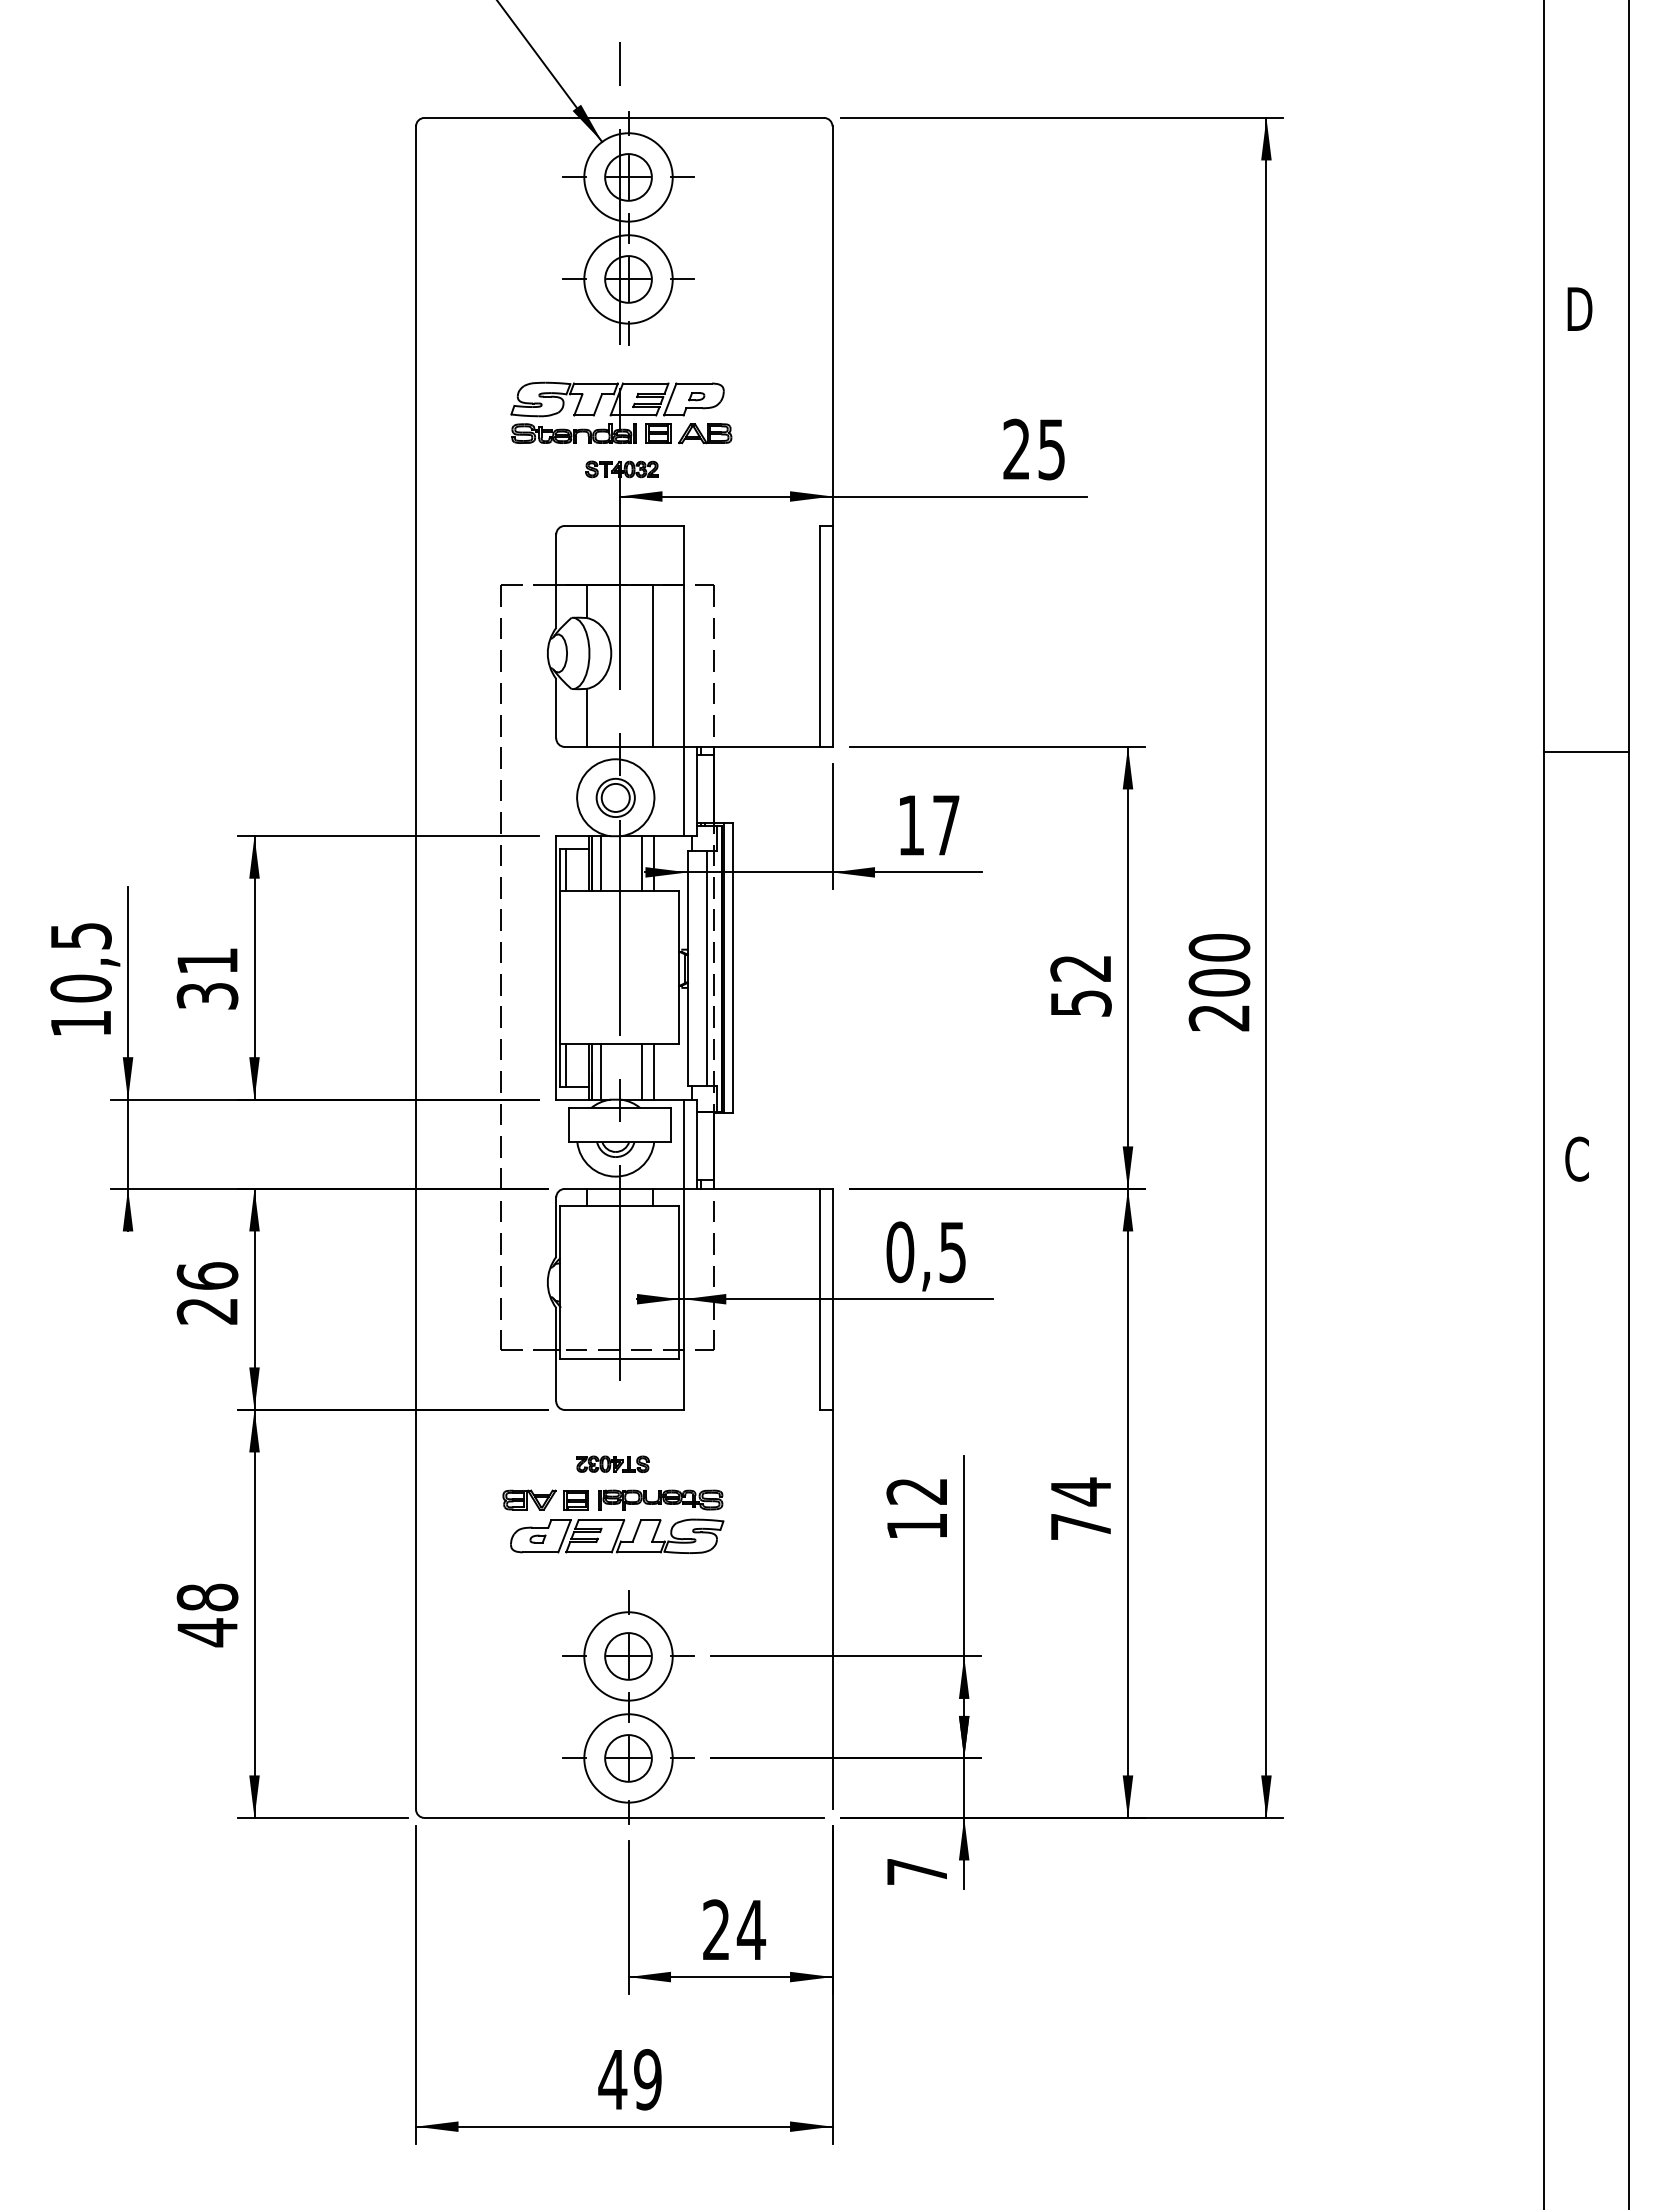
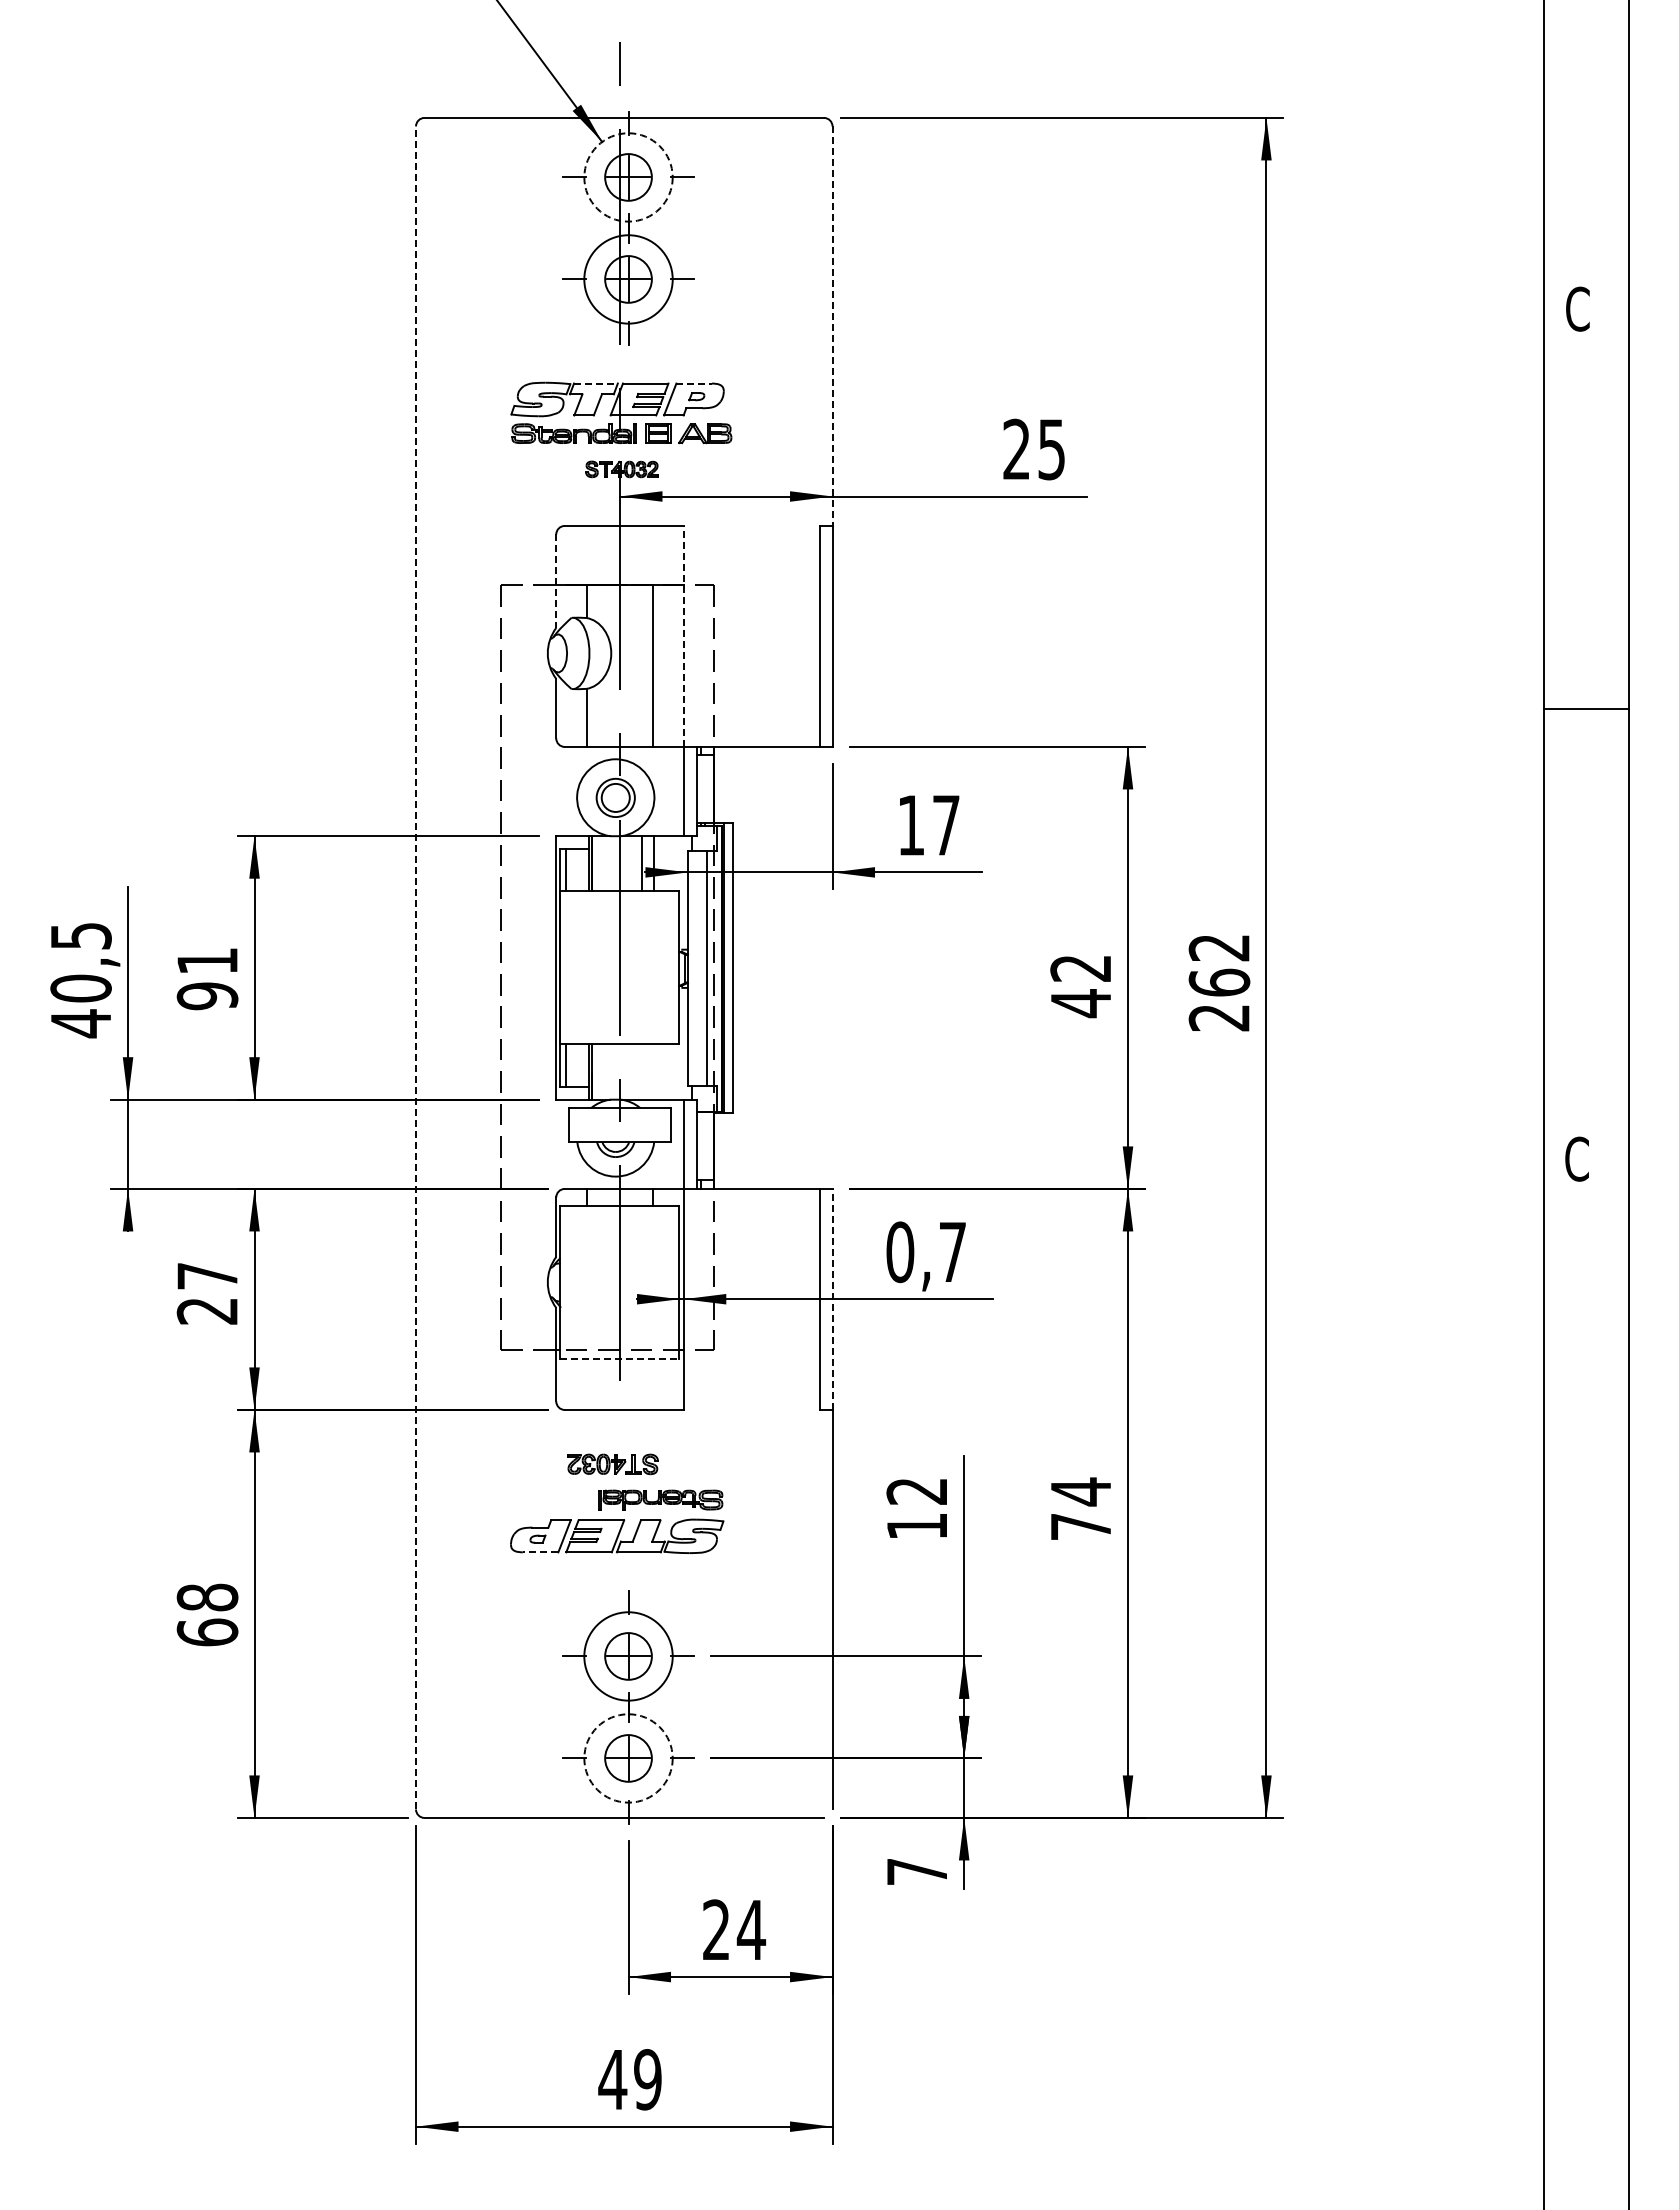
circle at (628, 177): solid -> dashed
text at (1579, 308): D -> C
line at (832, 326): solid -> dashed
line at (595, 383): solid -> dashed
line at (694, 383): solid -> dashed
line at (556, 581): solid -> dashed
line at (683, 635): solid -> dashed
line at (1585, 751) position: (1585, 751) -> (1585, 708)
line at (600, 863): present -> none
text at (1219, 965): 200 -> 262
line at (416, 967): solid -> dashed
text at (207, 996): 31 -> 91
text at (1081, 1003): 52 -> 42
text at (80, 1023): 10,5 -> 40,5
line at (600, 1071): present -> none
line at (641, 1071): present -> none
line at (654, 1071): present -> none
text at (952, 1252): 0,5 -> 0,7
text at (207, 1275): 26 -> 27
line at (832, 1298): solid -> dashed
line at (620, 1358): solid -> dashed
part at (612, 1463) size: 74x18 px -> 92x23 px
part at (545, 1499): present -> none
line at (540, 1552): solid -> dashed
text at (207, 1632): 48 -> 68
circle at (628, 1758): solid -> dashed
